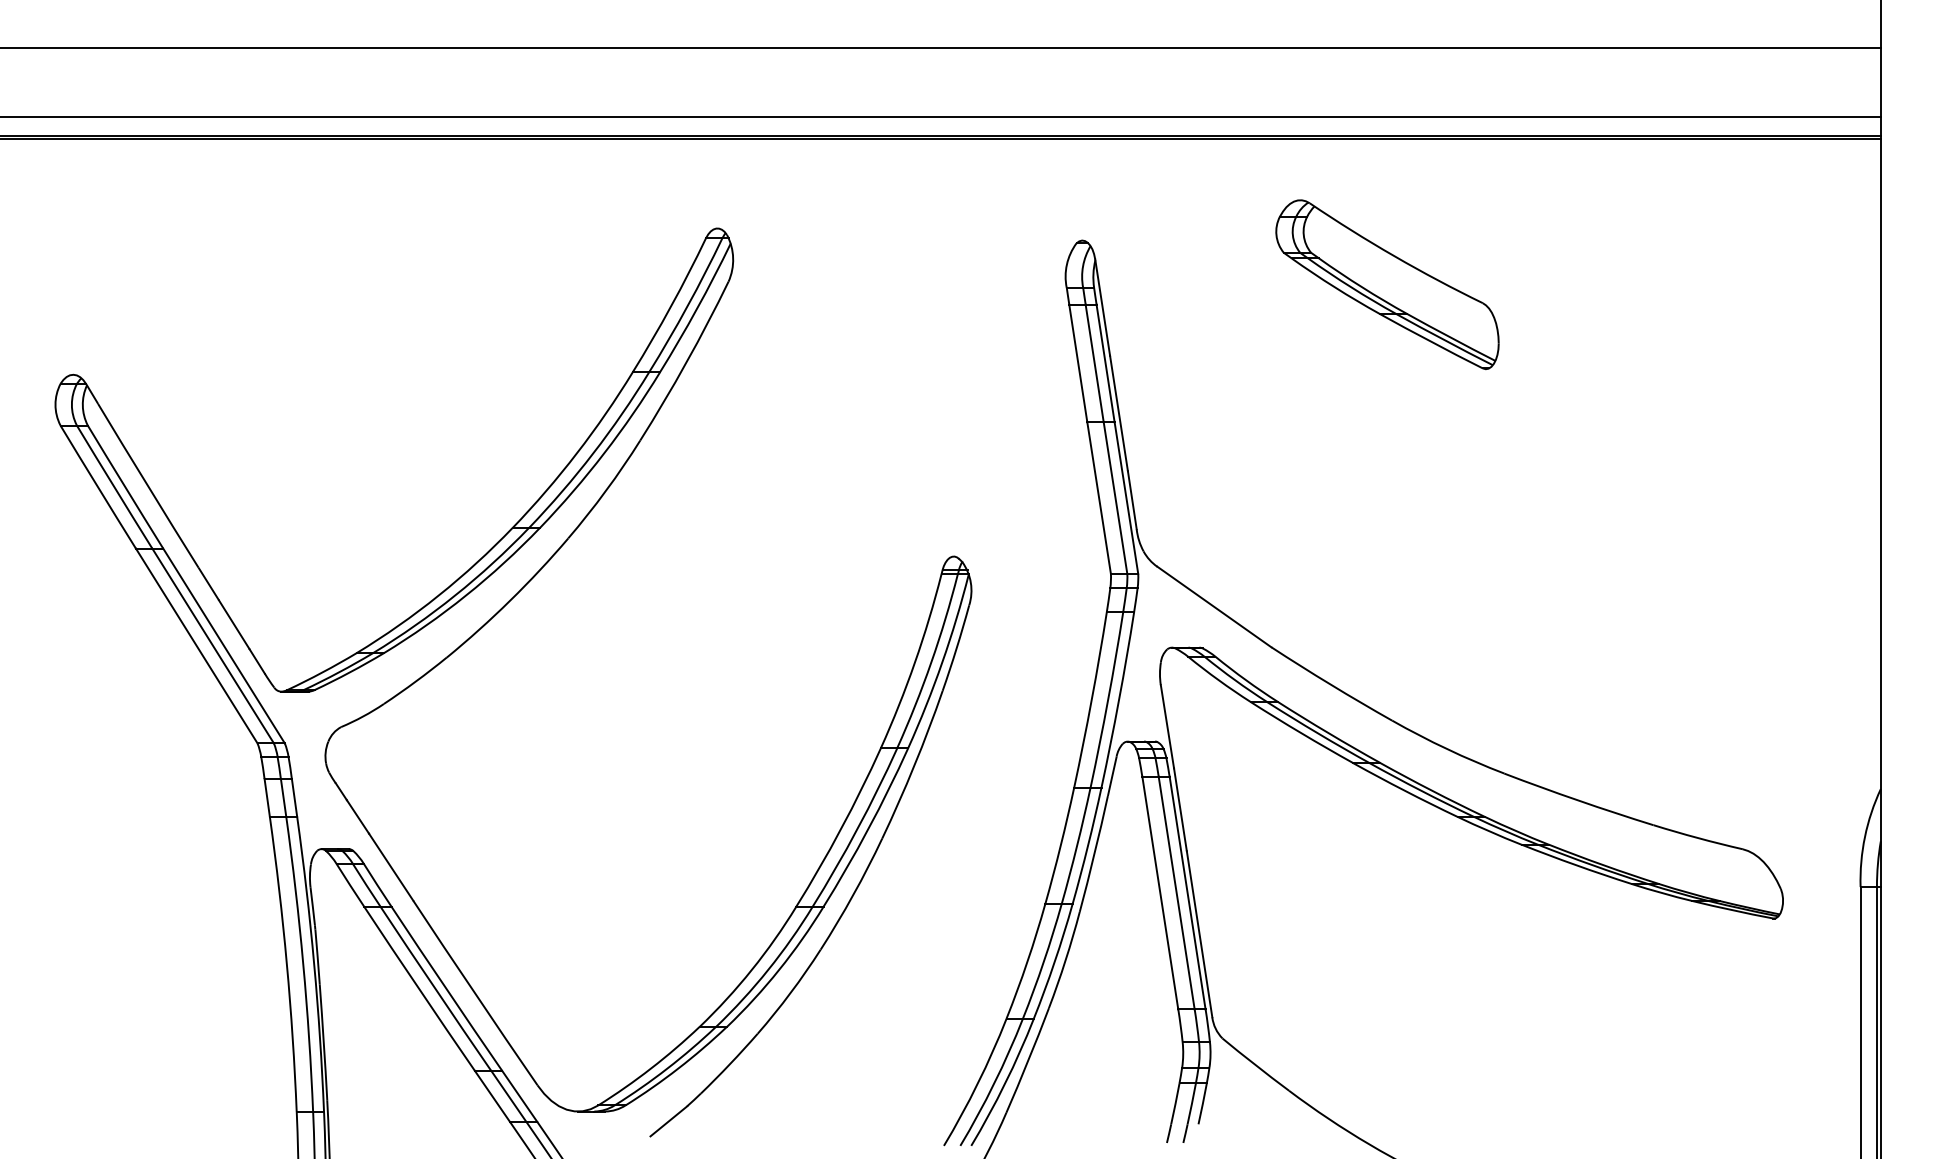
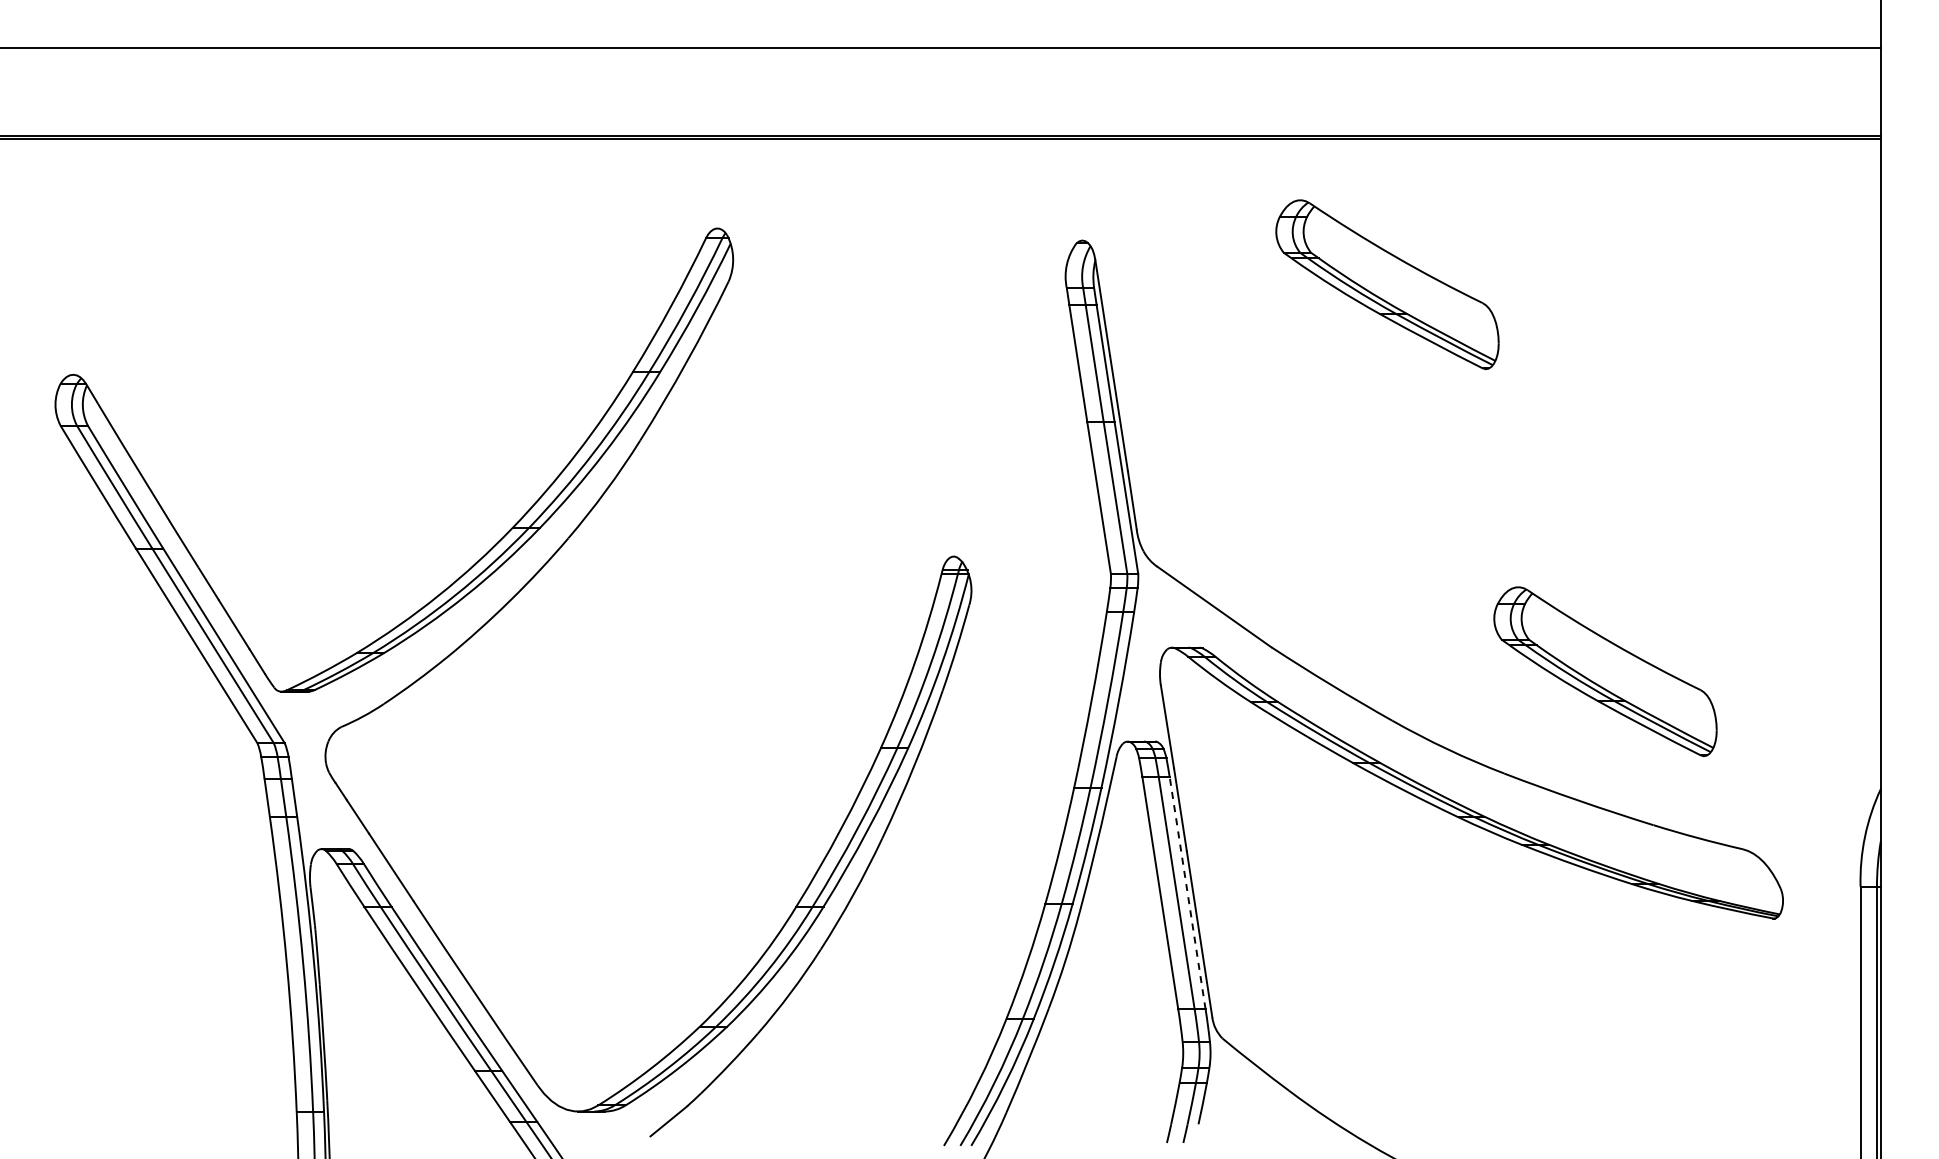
line at (941, 117): present -> none
part at (1605, 671): none -> present
line at (1187, 893): solid -> dashed
